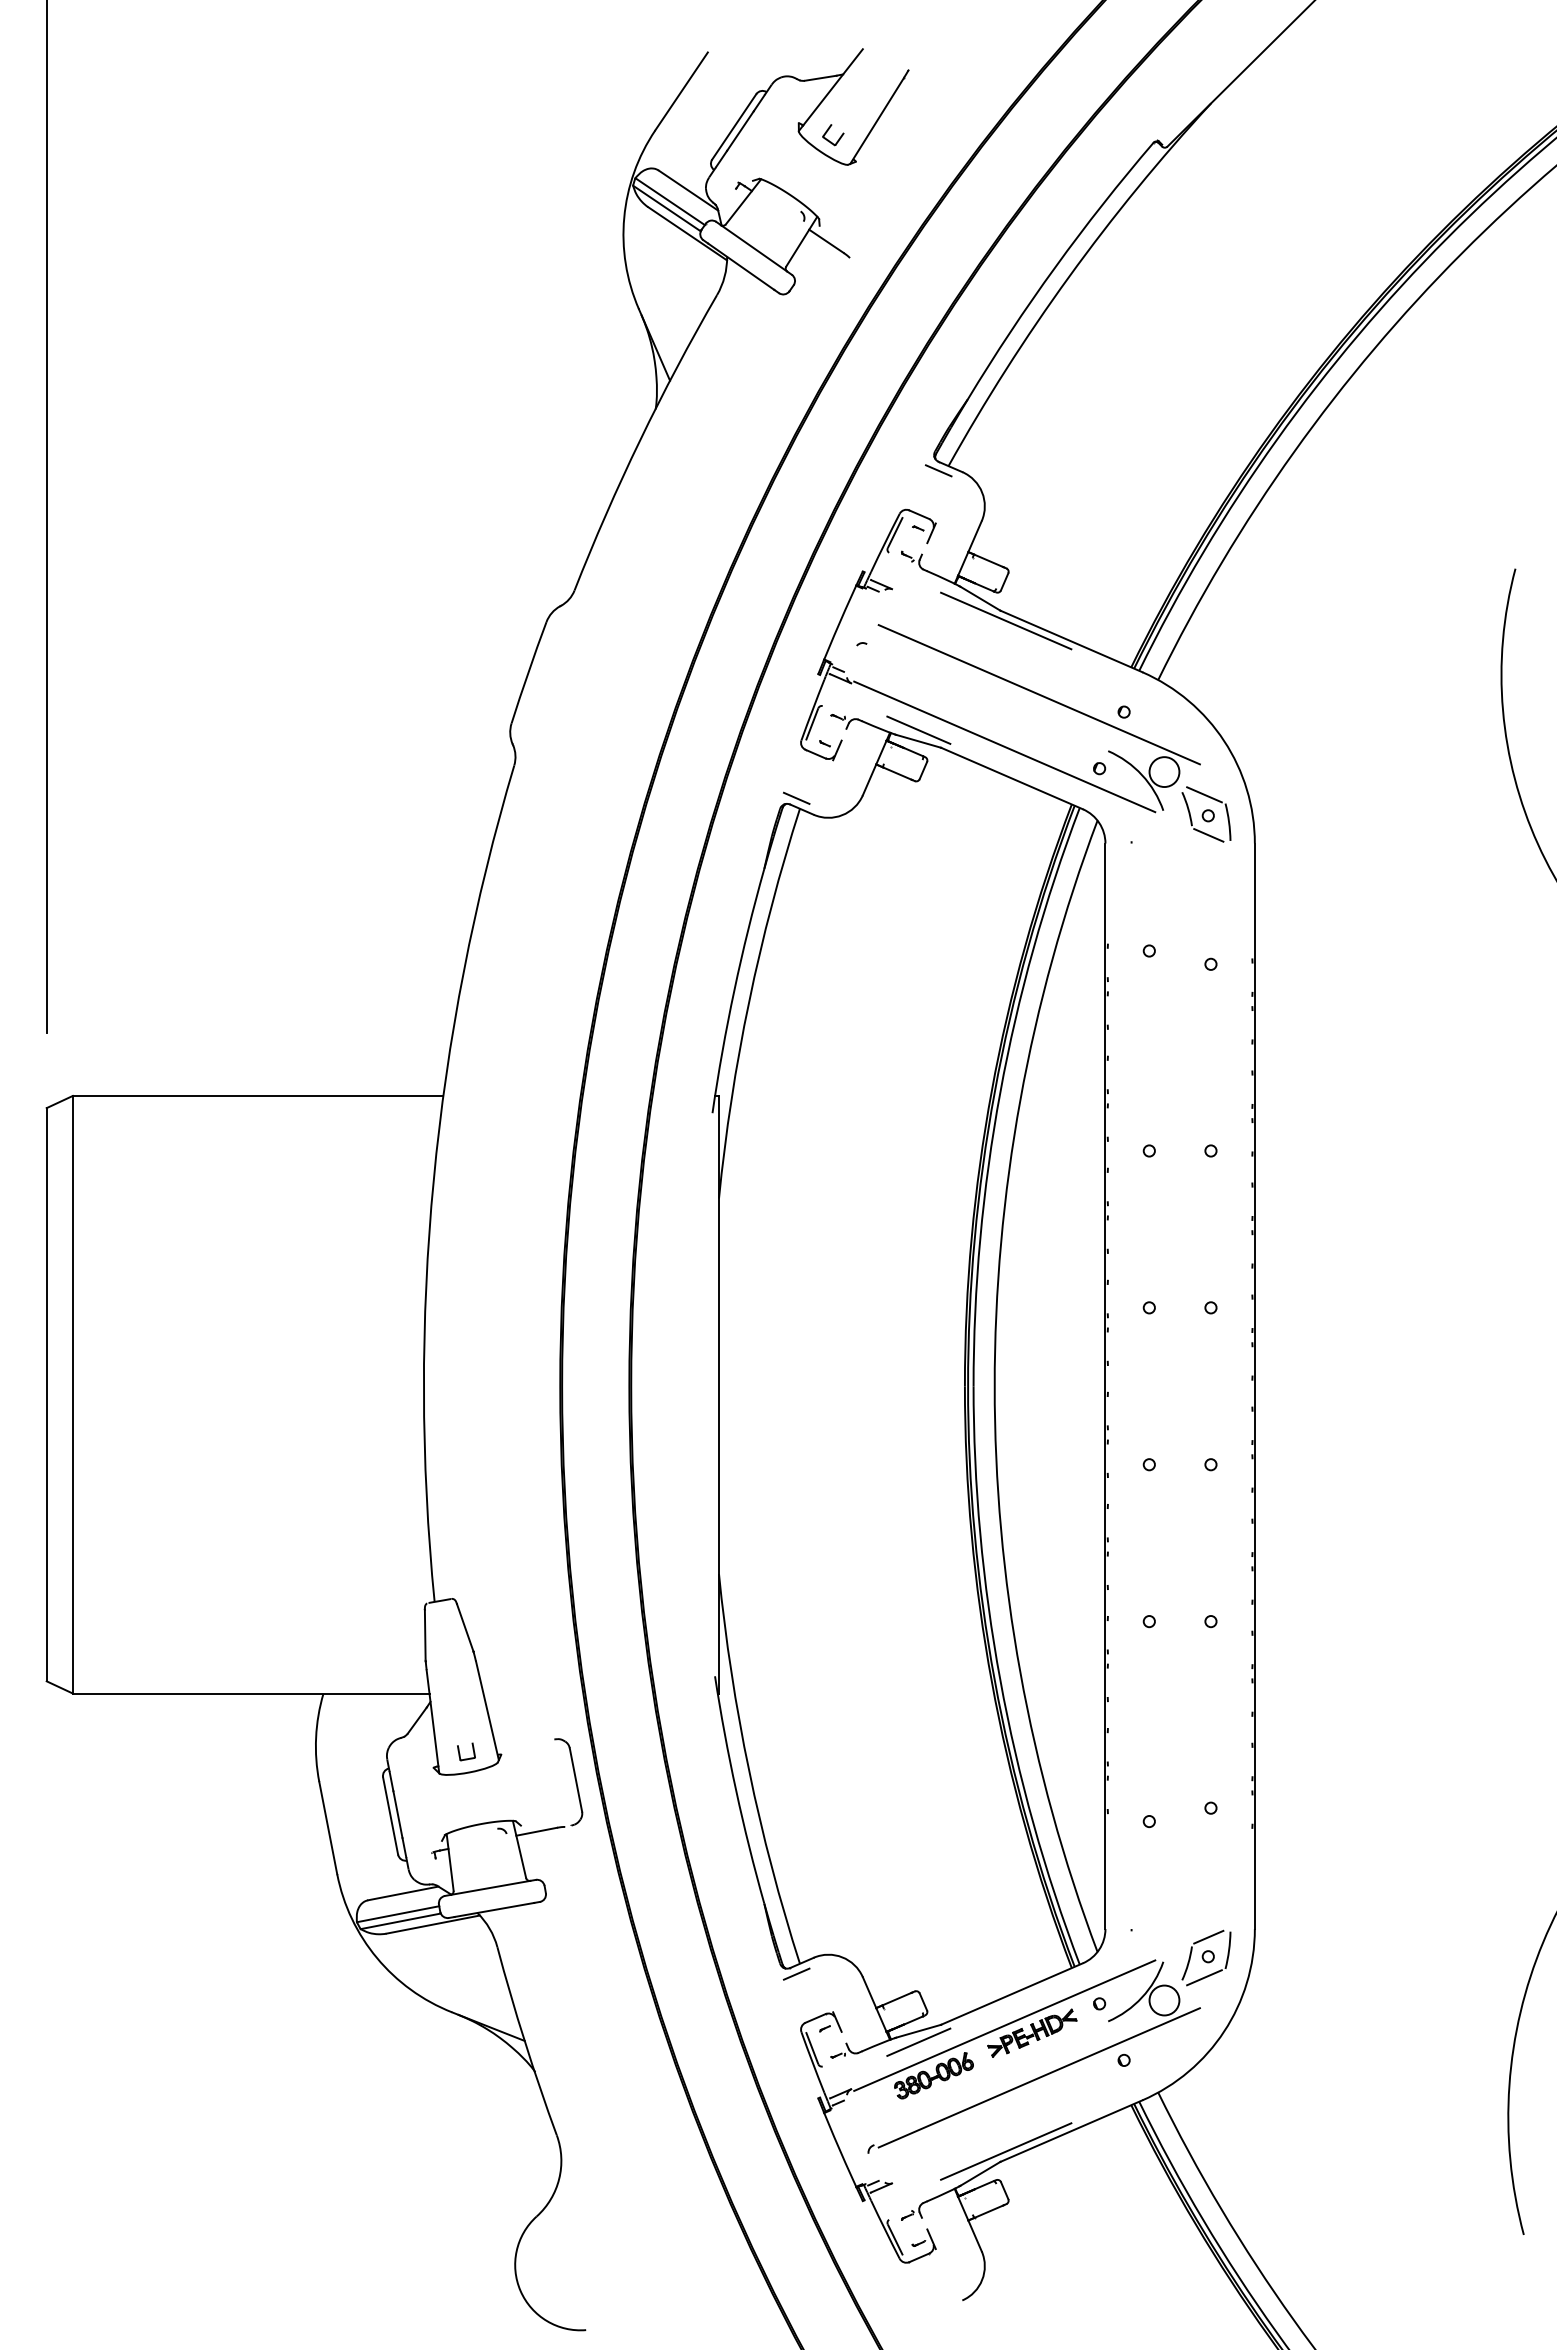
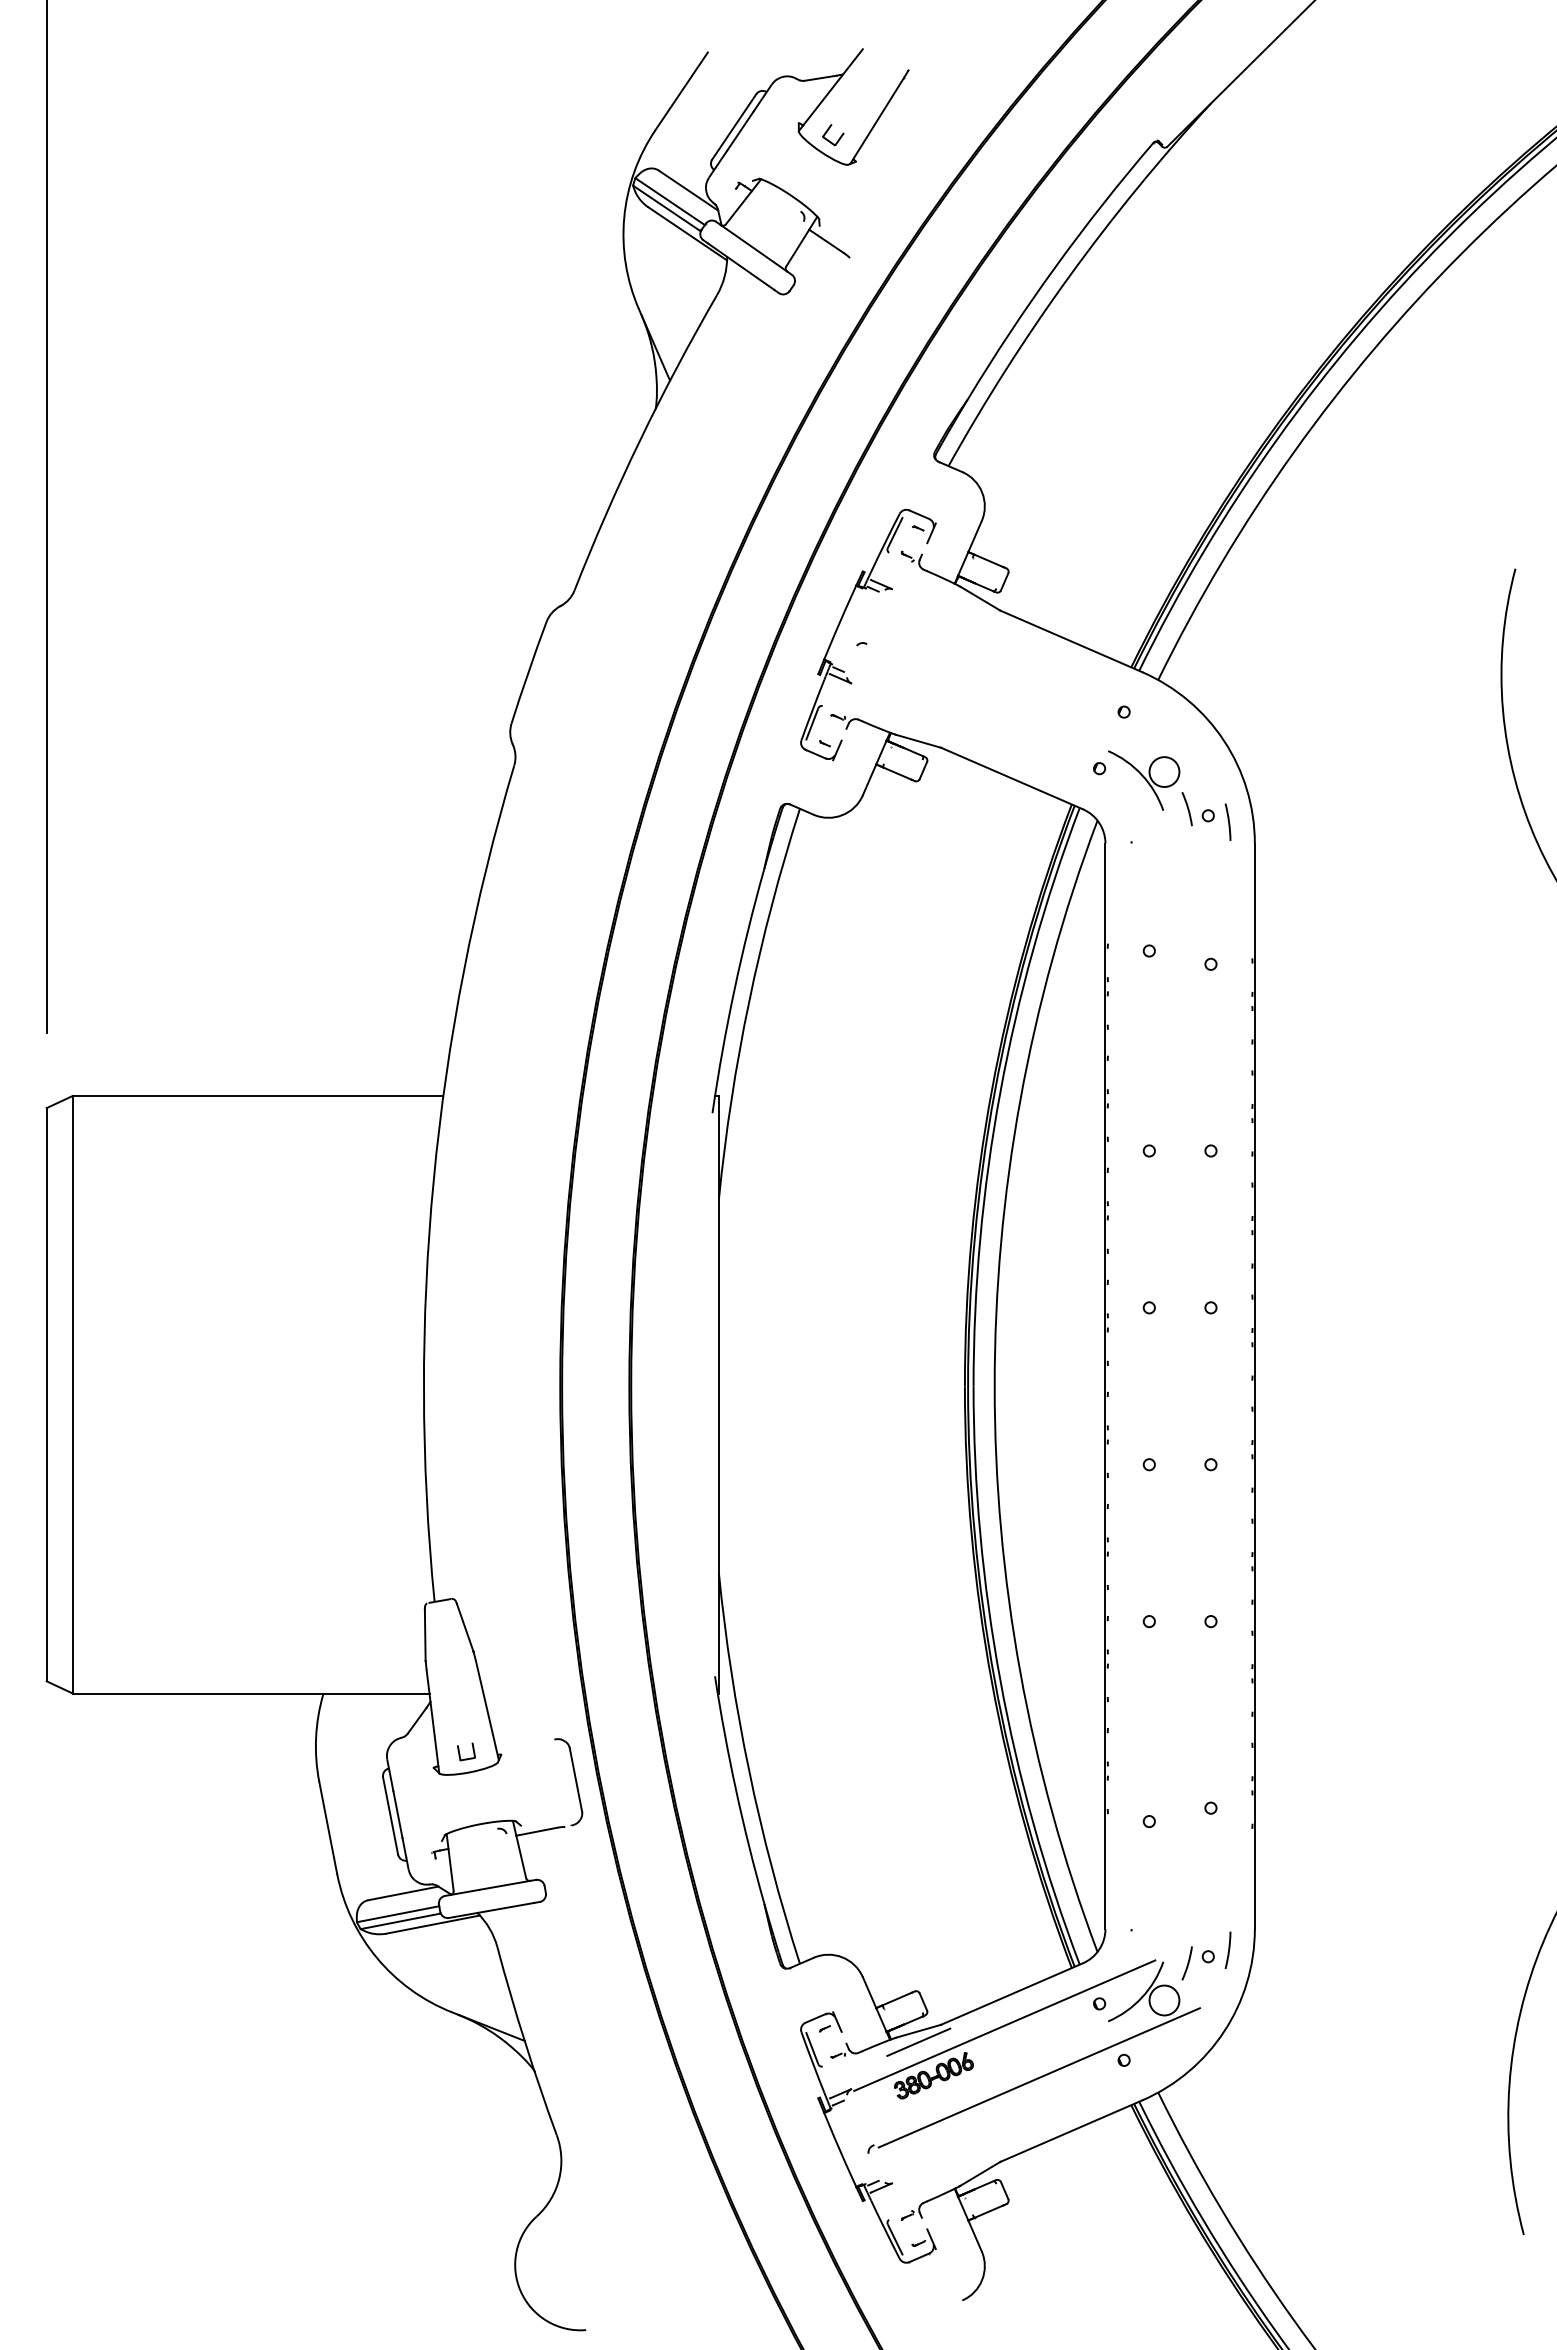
line at (938, 470): present -> none
line at (1006, 620): present -> none
line at (1038, 694): present -> none
line at (918, 729): present -> none
line at (1004, 746): present -> none
line at (1204, 794): present -> none
line at (796, 797): present -> none
line at (1208, 835): present -> none
line at (1208, 1936): present -> none
line at (796, 1973): present -> none
line at (1204, 1977): present -> none
part at (1032, 2032): present -> none
line at (1006, 2151): present -> none
